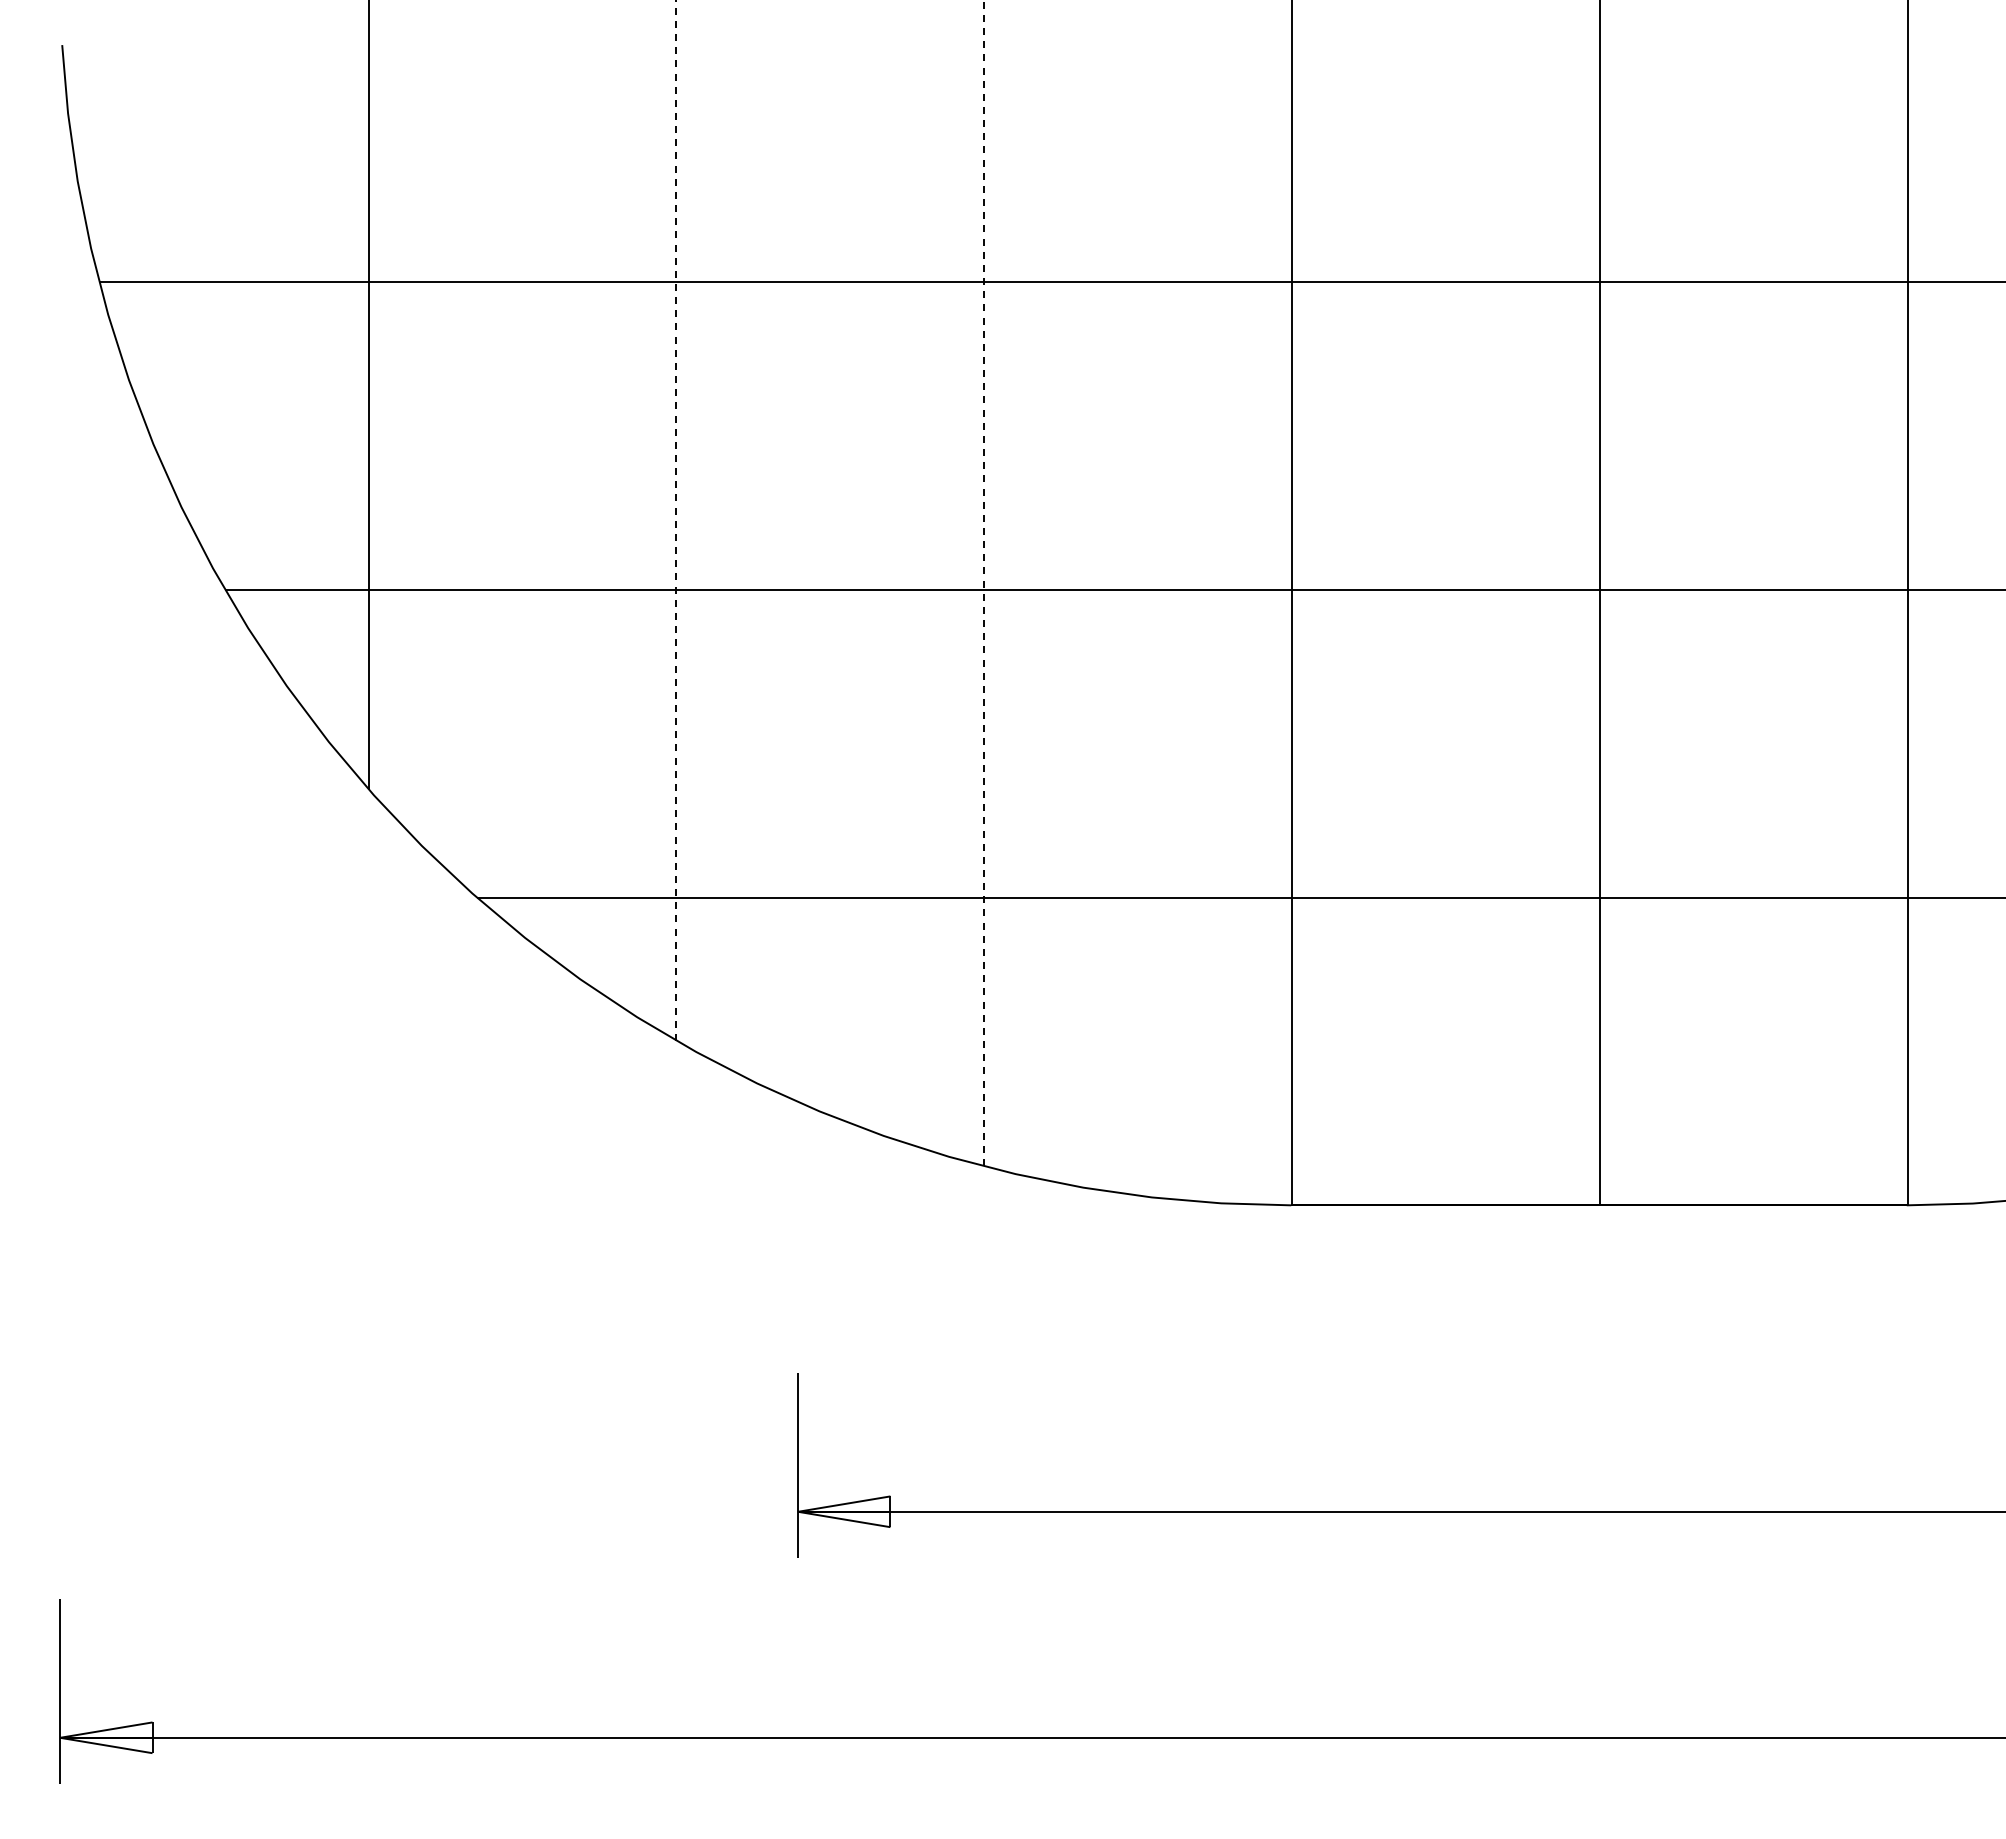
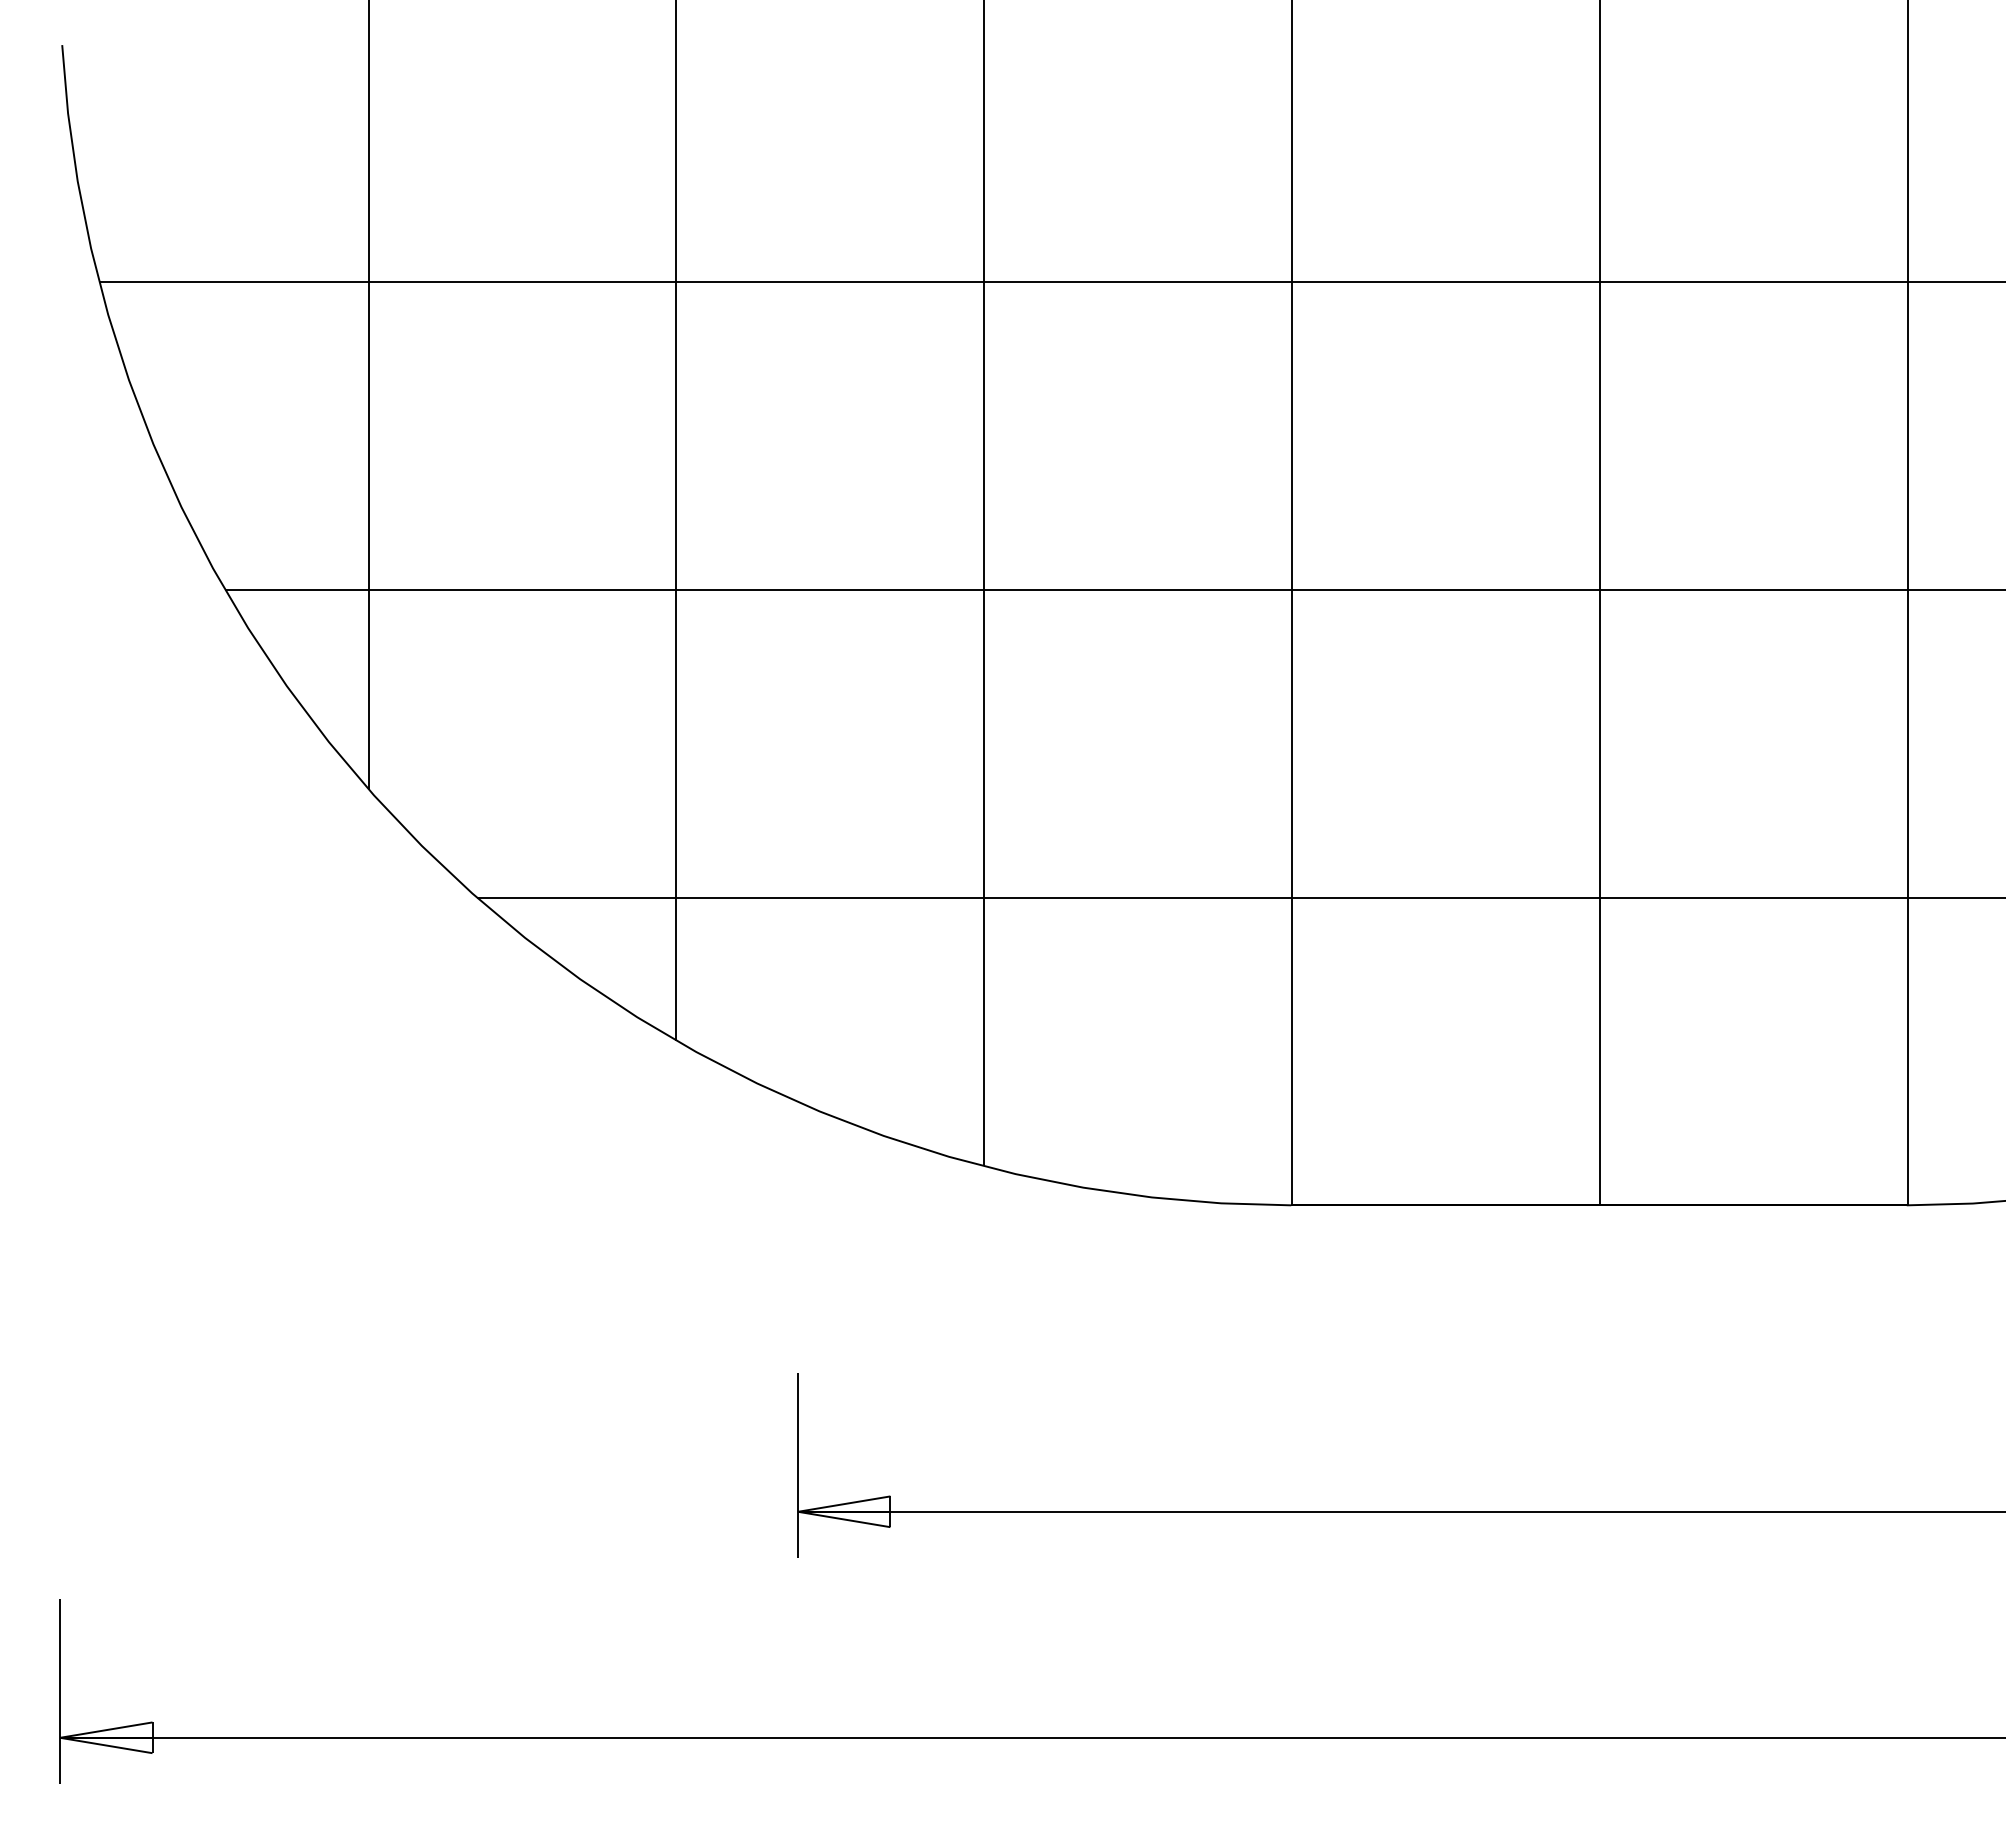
line at (676, 520): dashed -> solid
line at (984, 583): dashed -> solid
